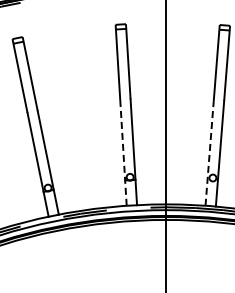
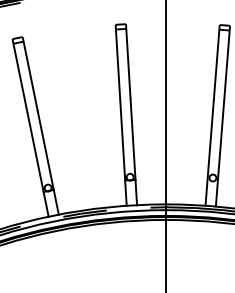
line at (123, 152): dashed -> solid
line at (209, 152): dashed -> solid
